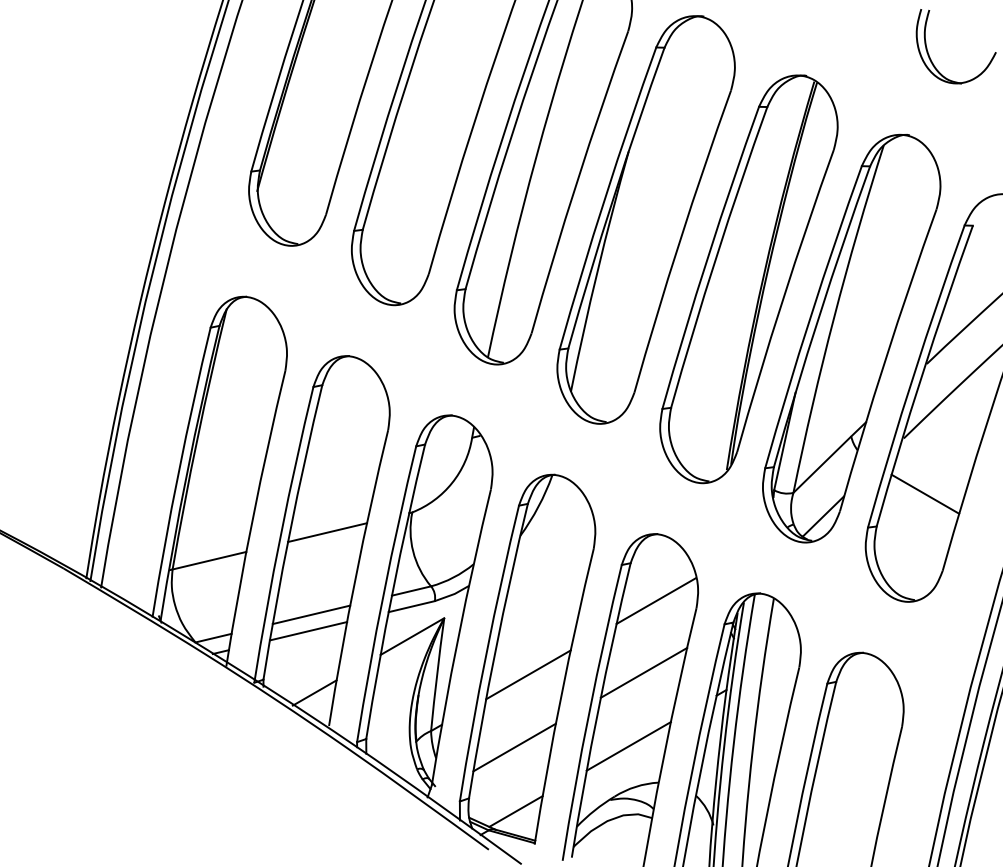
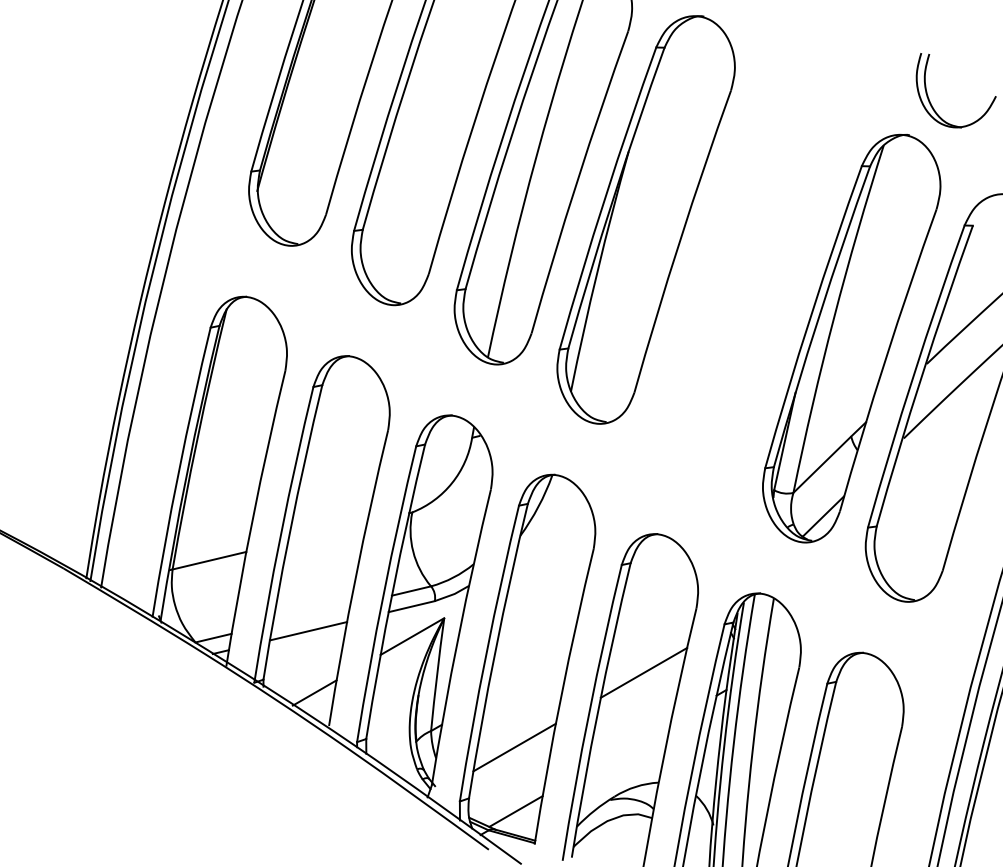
part at (929, 54) position: (929, 54) -> (929, 98)
part at (748, 279): present -> none
line at (925, 493): present -> none
line at (327, 532): present -> none
line at (655, 600): present -> none
line at (311, 614): present -> none
line at (528, 674): present -> none
line at (628, 746): present -> none
